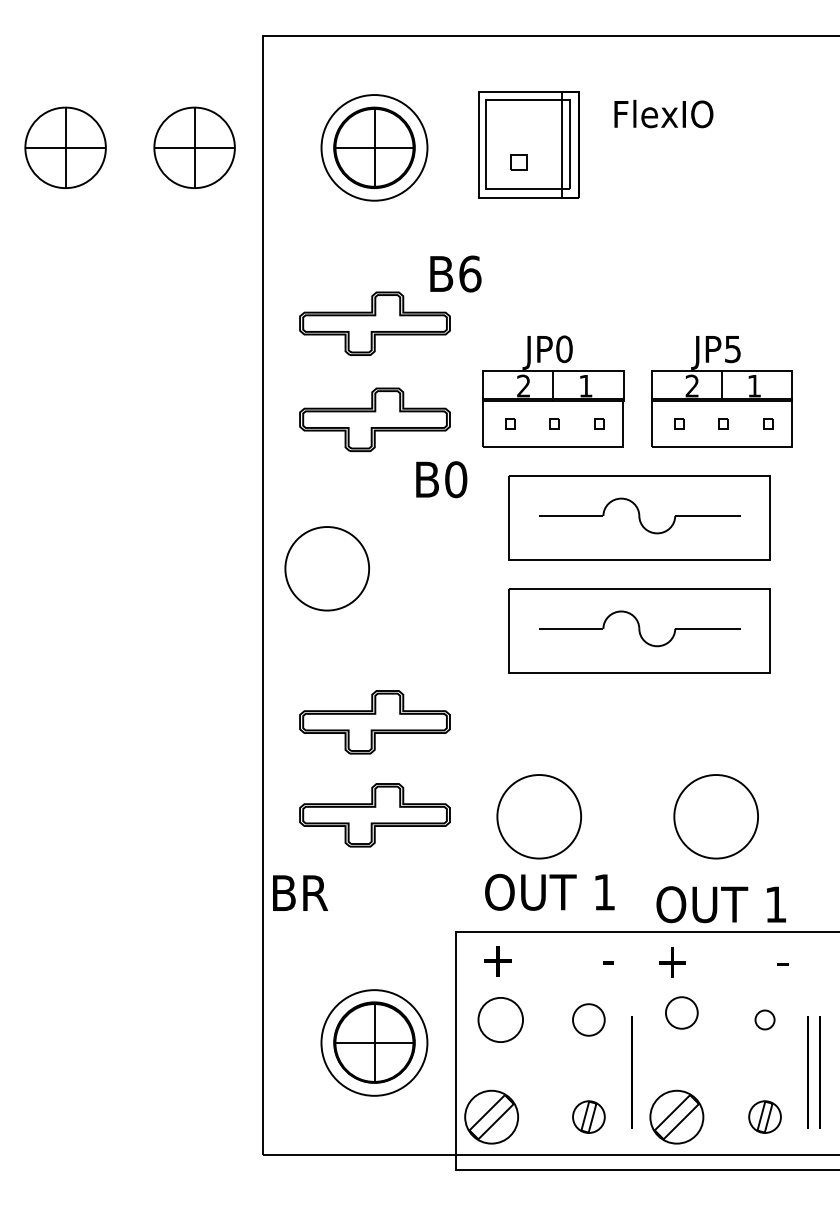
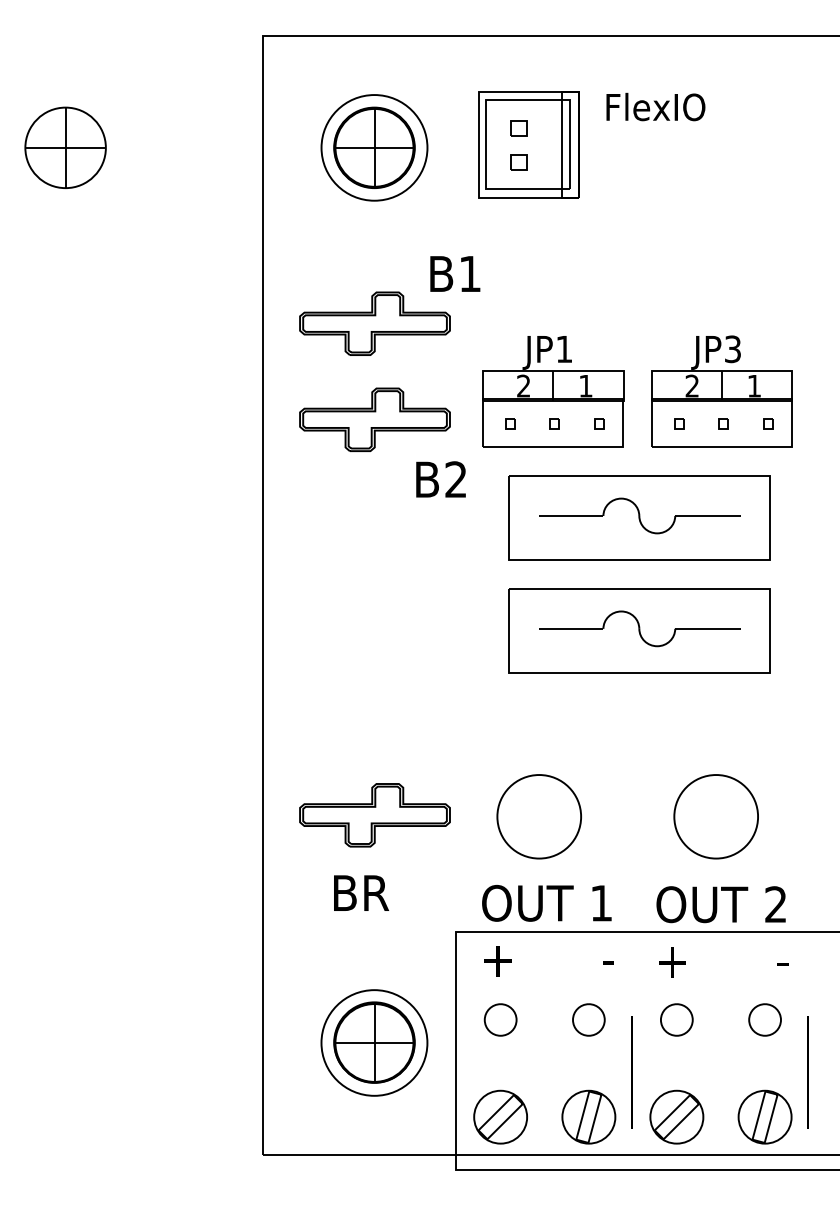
text at (663, 113) position: (663, 113) -> (655, 106)
part at (518, 128): none -> present
part at (194, 147): present -> none
text at (470, 273): B6 -> B1
text at (732, 348): JP5 -> JP3
text at (564, 349): JP0 -> JP1
text at (456, 479): B0 -> B2
part at (326, 568): present -> none
part at (374, 722): present -> none
text at (300, 892) position: (300, 892) -> (361, 892)
text at (549, 892) position: (549, 892) -> (546, 903)
text at (775, 904): 1 -> 2
part at (681, 1012) position: (681, 1012) -> (676, 1019)
part at (500, 1019) size: 47x46 px -> 35x34 px
part at (764, 1019) size: 22x22 px -> 34x34 px
line at (819, 1072): present -> none
part at (491, 1116) position: (491, 1116) -> (500, 1116)
part at (588, 1116) size: 34x34 px -> 56x56 px
part at (764, 1116) size: 34x34 px -> 56x56 px
